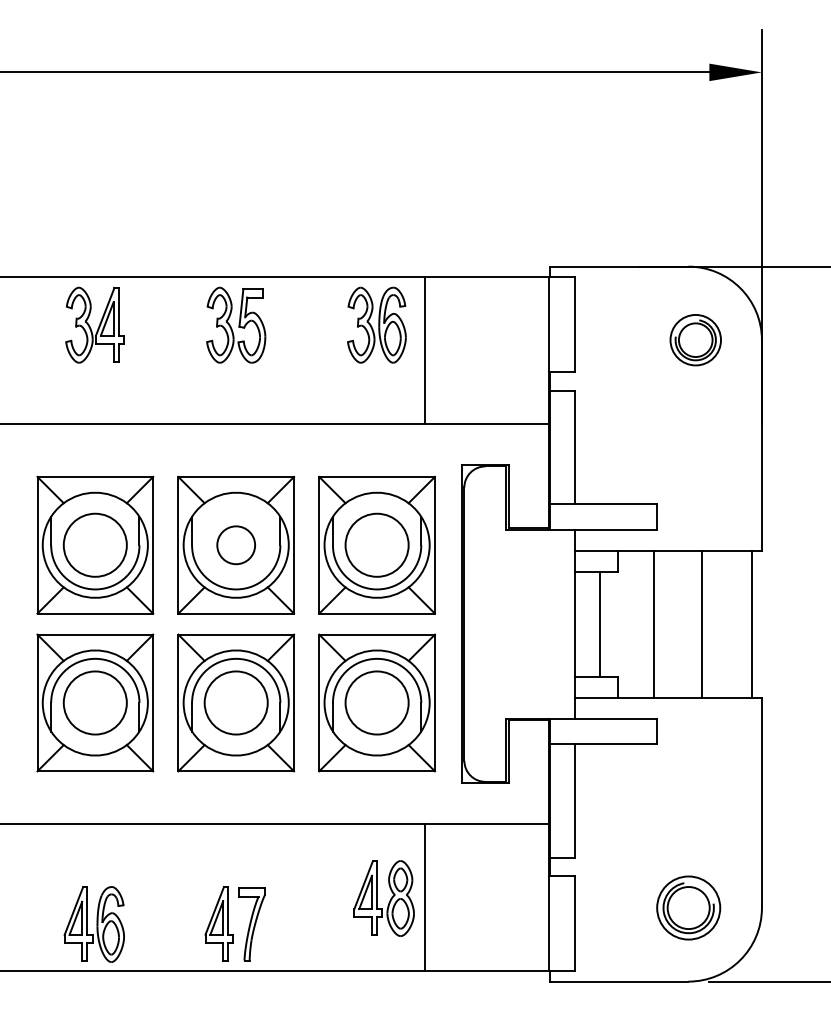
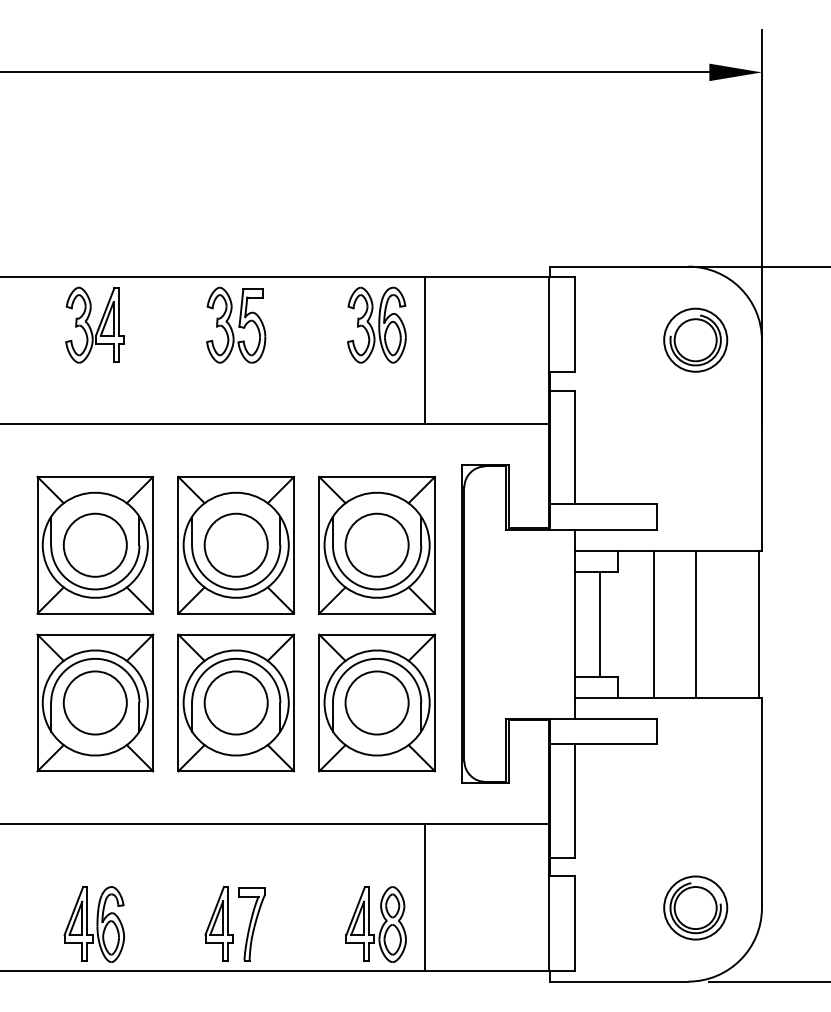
part at (695, 340) size: 53x53 px -> 66x66 px
circle at (236, 545) diameter: 38 px -> 63 px
line at (701, 623) position: (701, 623) -> (695, 623)
line at (751, 623) position: (751, 623) -> (758, 623)
part at (383, 898) position: (383, 898) -> (375, 924)
part at (688, 907) position: (688, 907) -> (695, 907)
